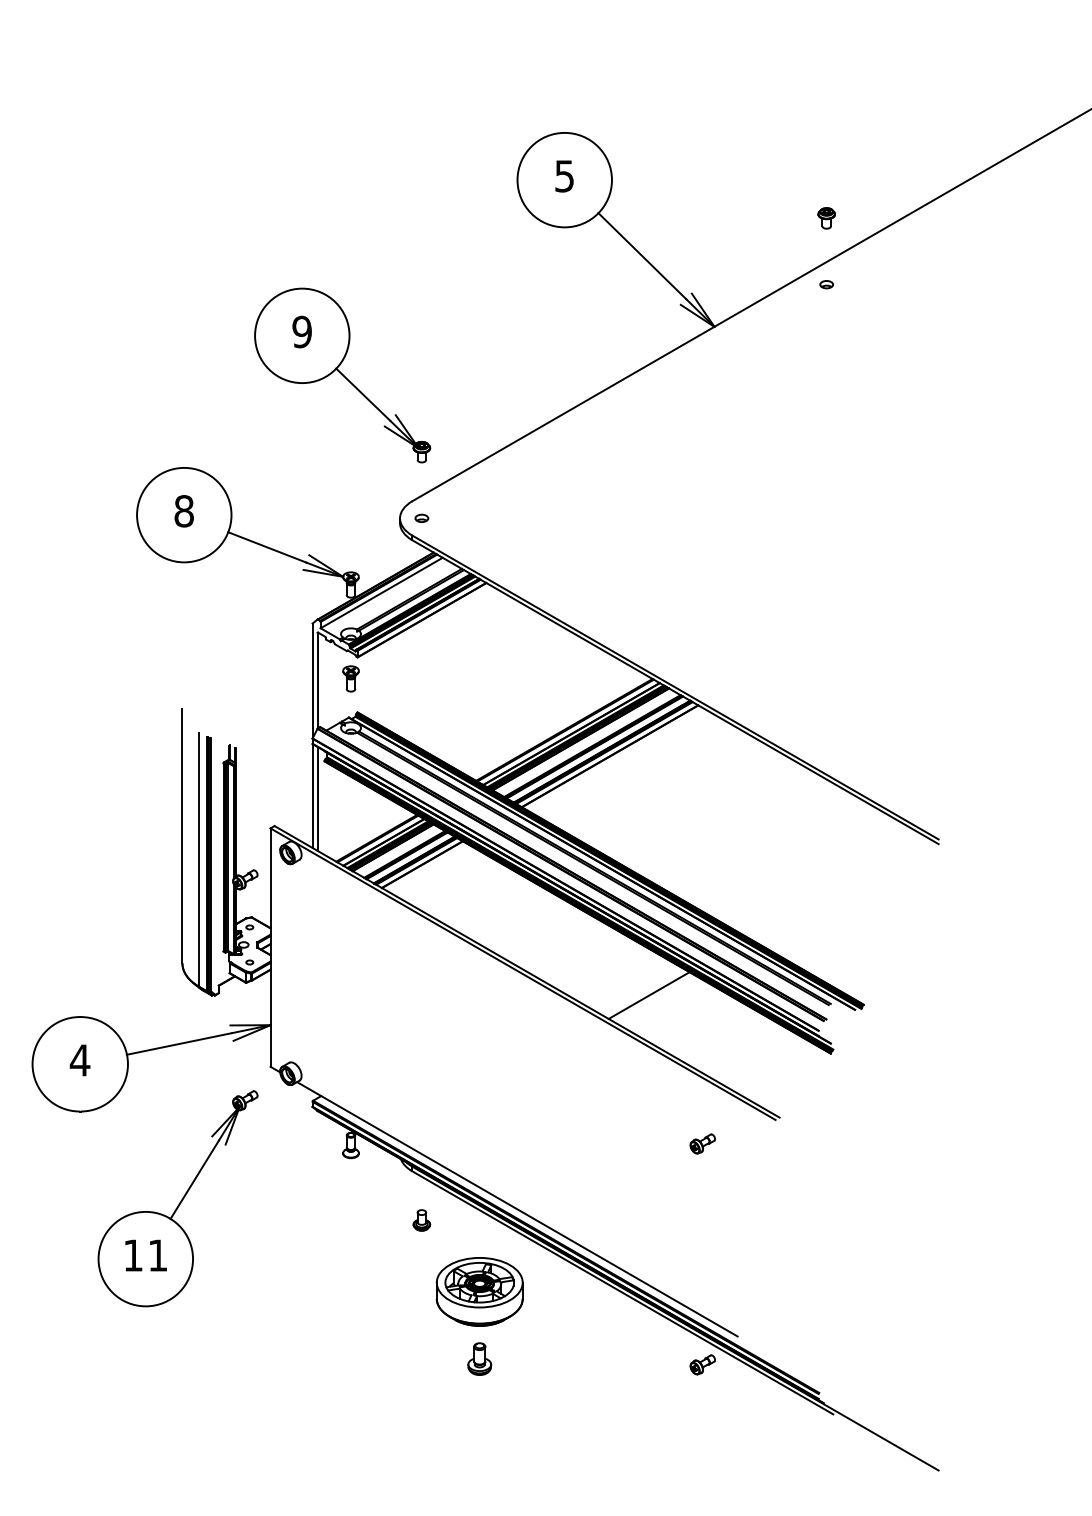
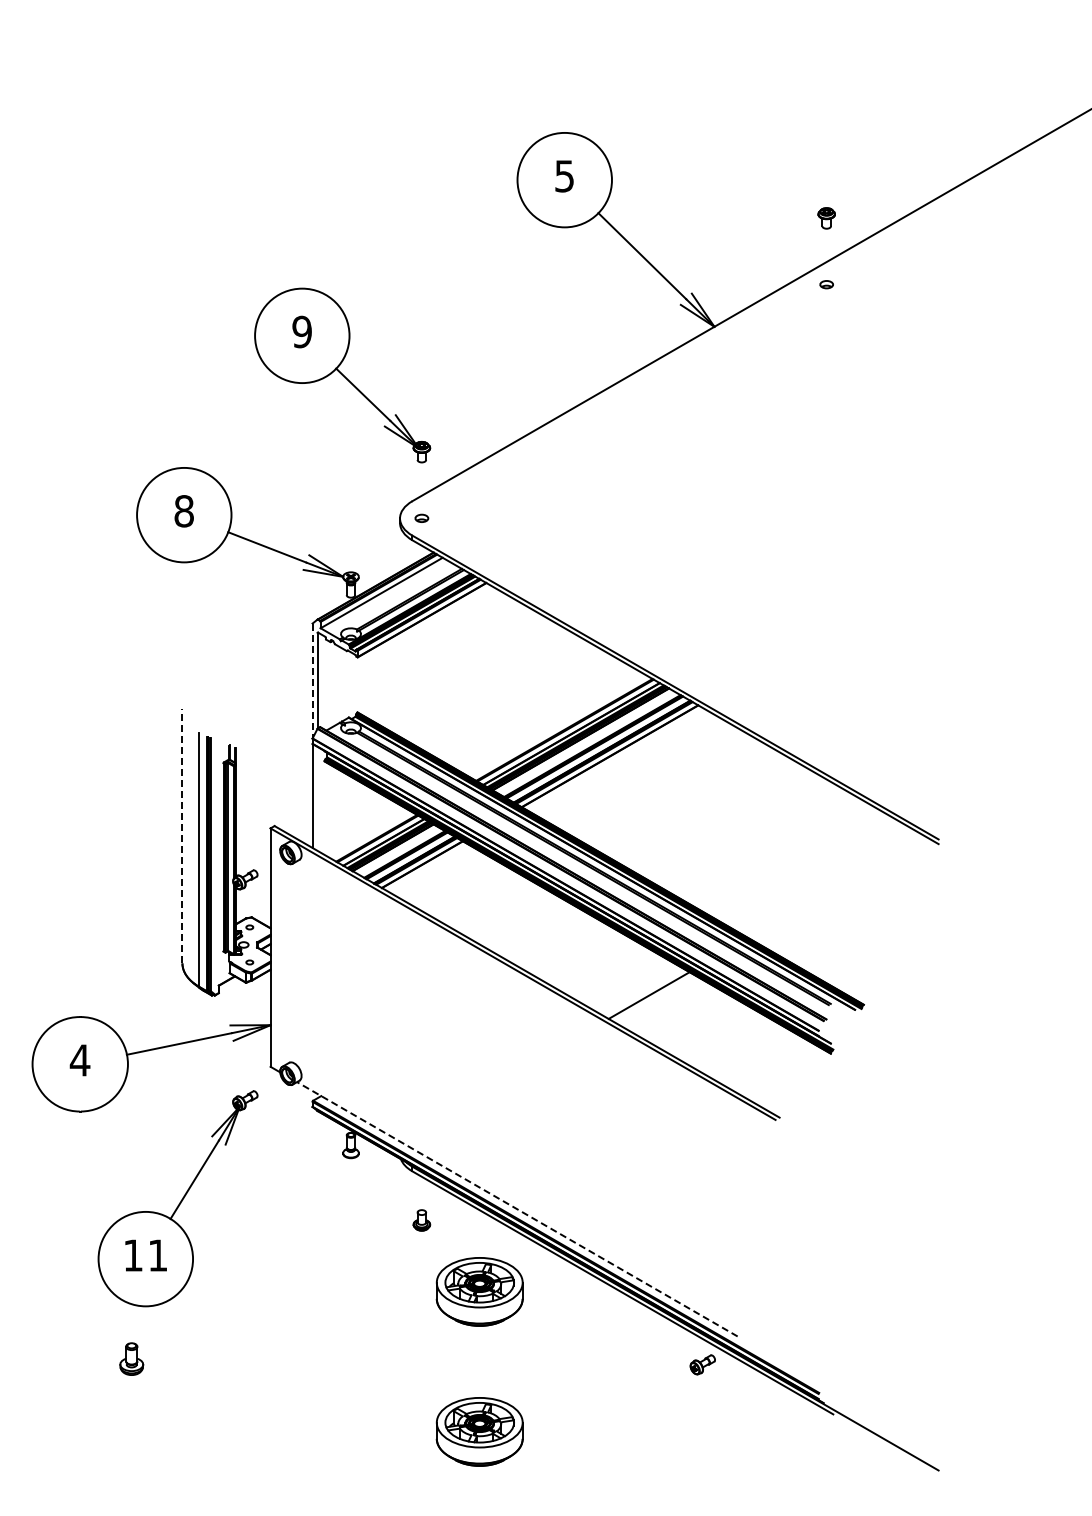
part at (350, 678): present -> none
line at (312, 681): solid -> dashed
line at (317, 798): present -> none
line at (182, 835): solid -> dashed
part at (702, 1143): present -> none
line at (516, 1209): solid -> dashed
part at (479, 1358) position: (479, 1358) -> (131, 1358)
part at (479, 1431): none -> present
